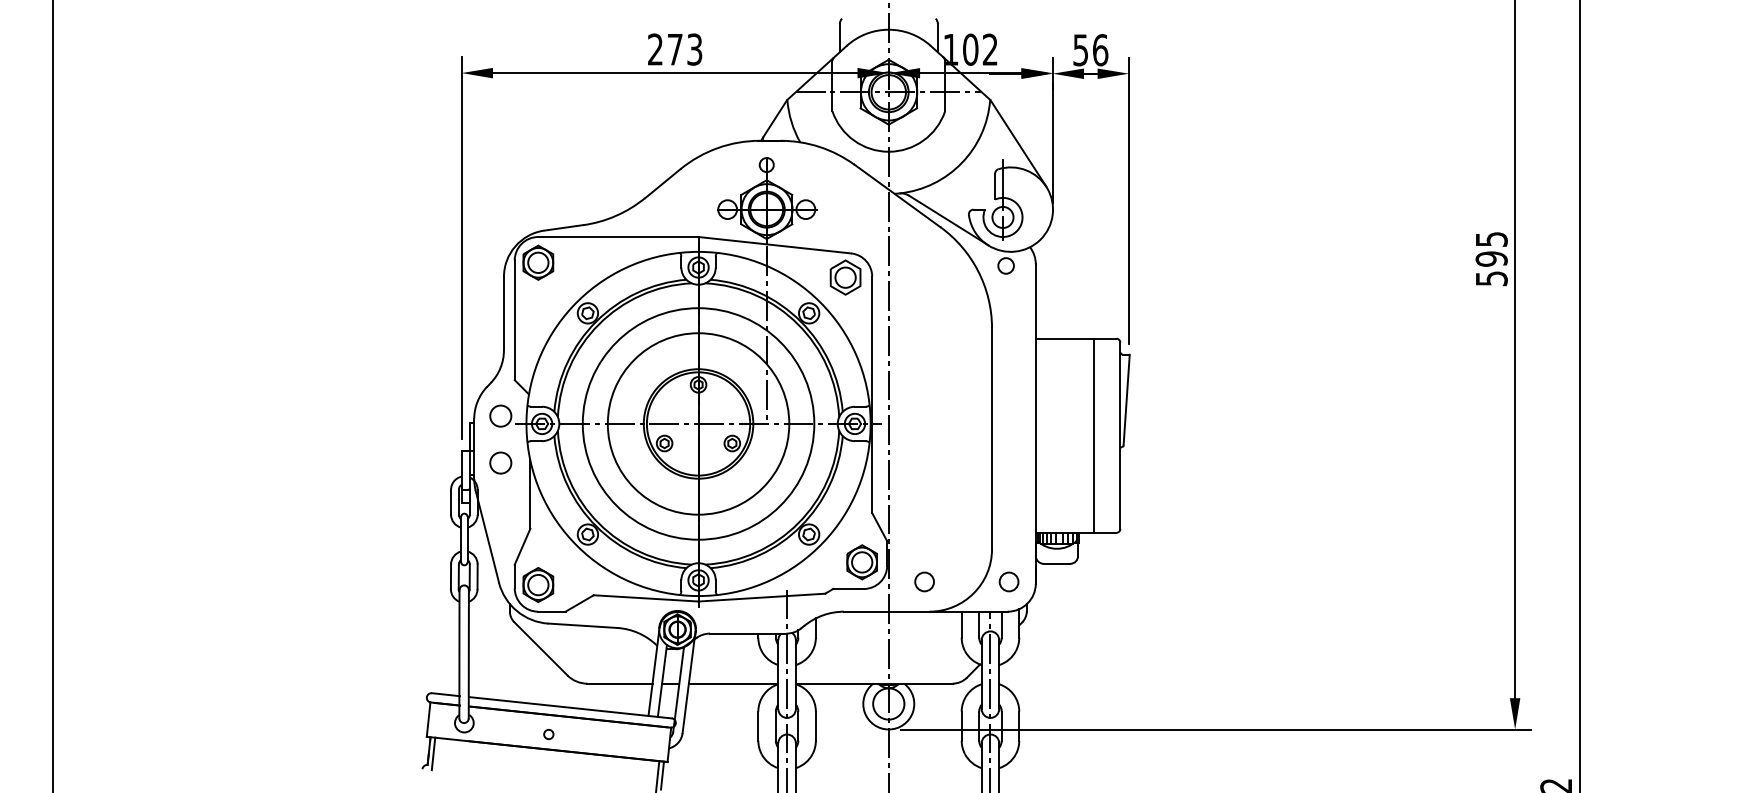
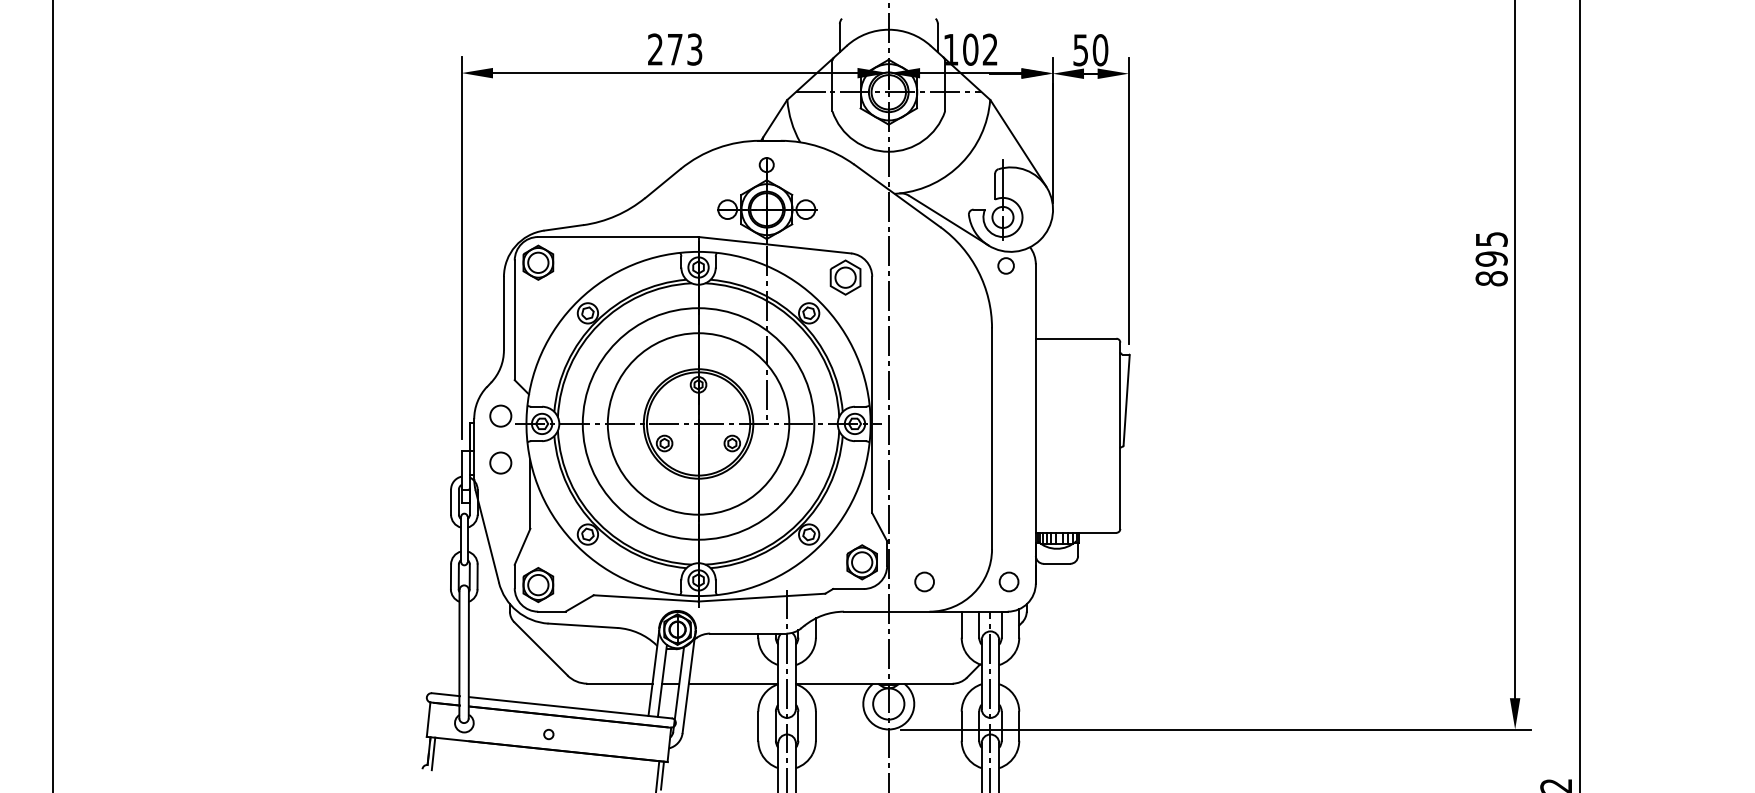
text at (1100, 50): 56 -> 50
text at (1491, 278): 595 -> 895
line at (1093, 435): present -> none
